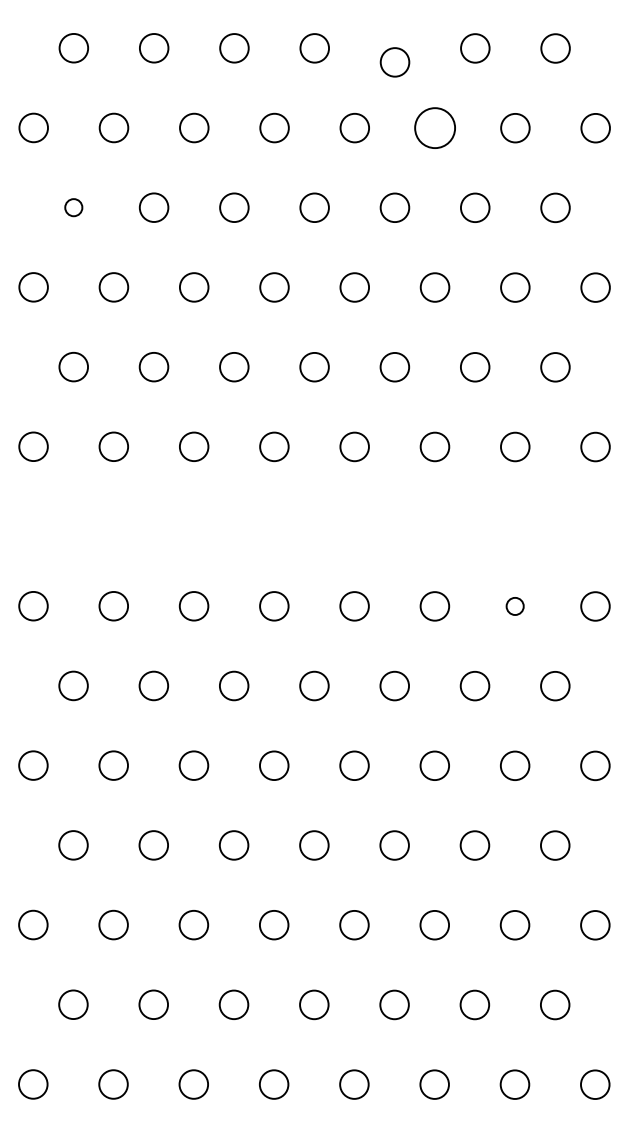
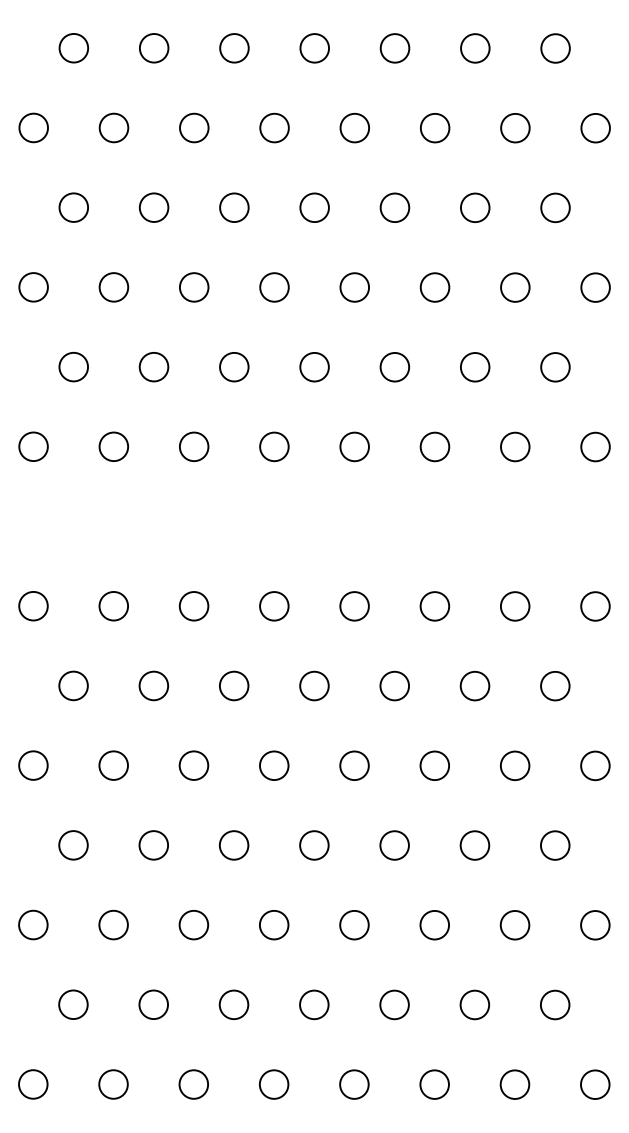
circle at (394, 62) position: (394, 62) -> (394, 48)
circle at (435, 128) diameter: 40 px -> 29 px
circle at (73, 207) diameter: 17 px -> 29 px
circle at (514, 606) diameter: 17 px -> 29 px
